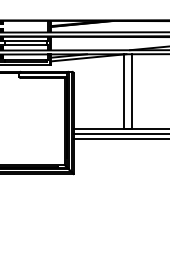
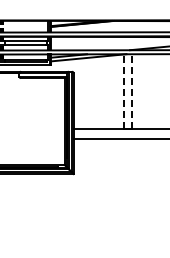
line at (123, 91): solid -> dashed
line at (132, 91): solid -> dashed
line at (119, 133): present -> none
